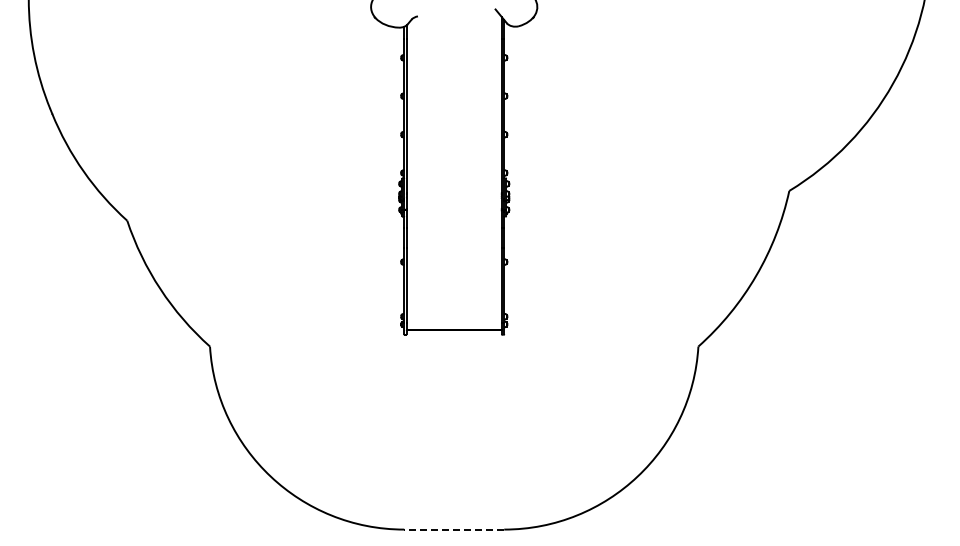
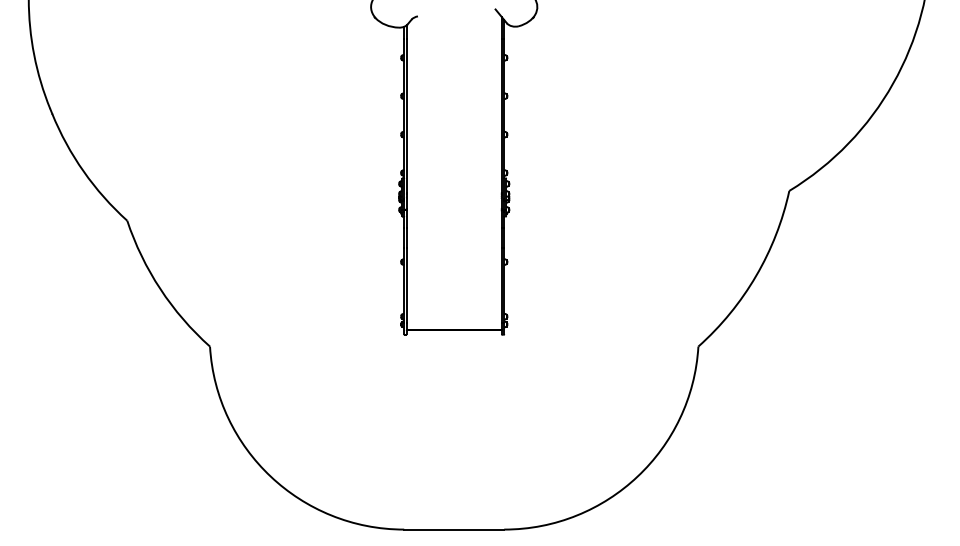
line at (454, 529): dashed -> solid
